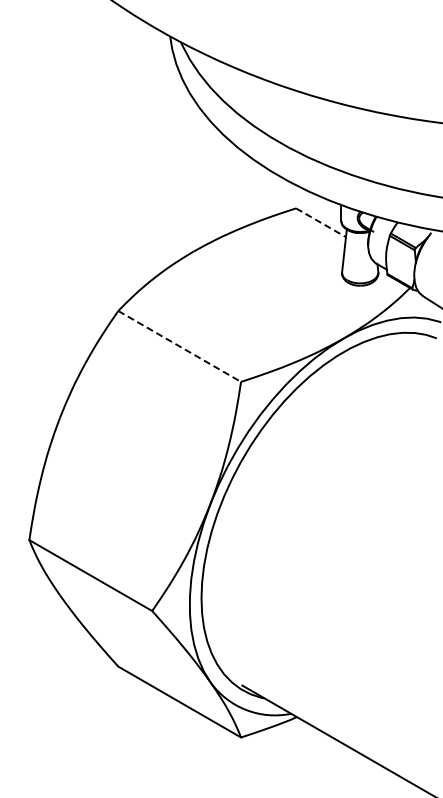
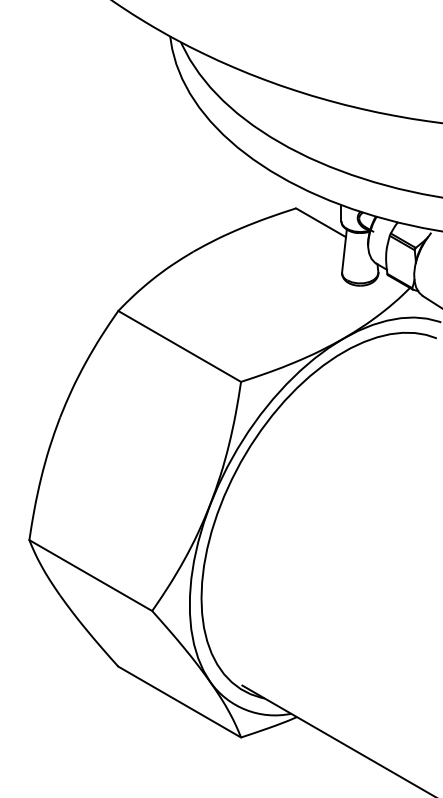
line at (321, 222): dashed -> solid
line at (179, 346): dashed -> solid
